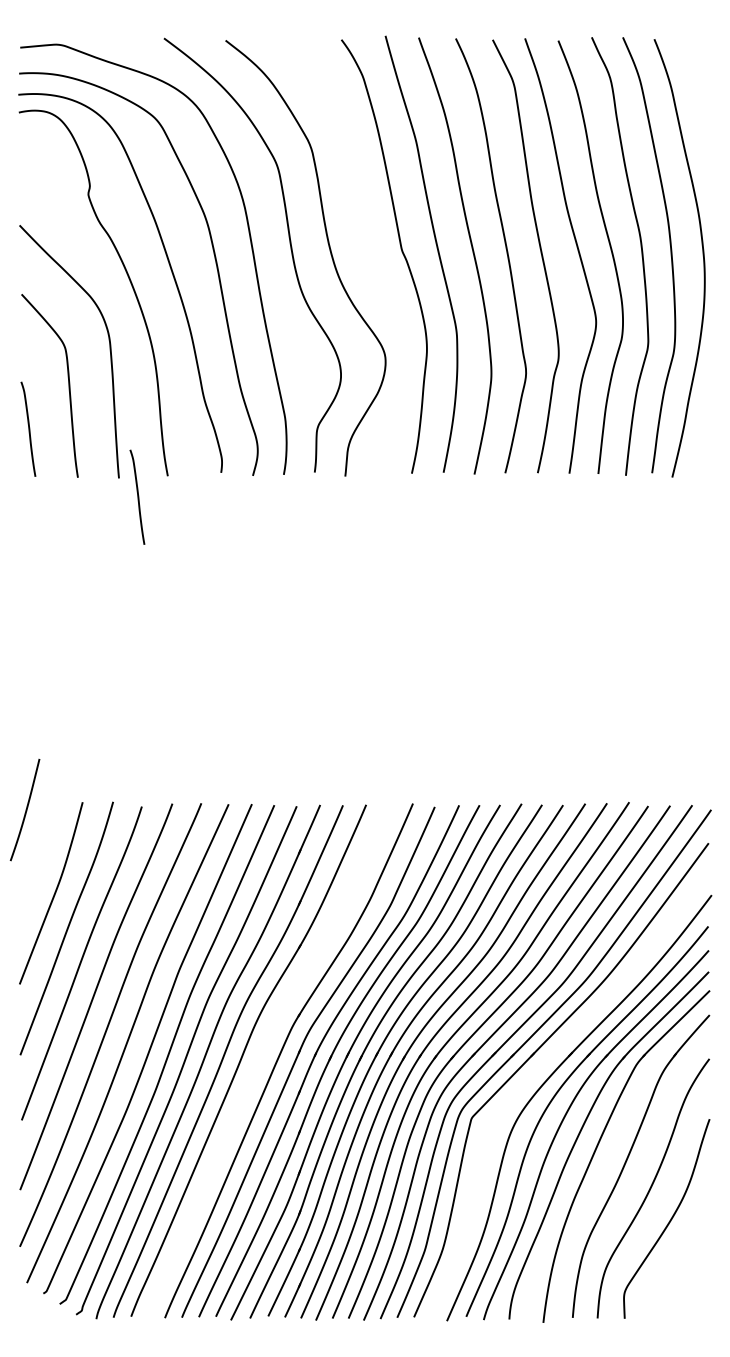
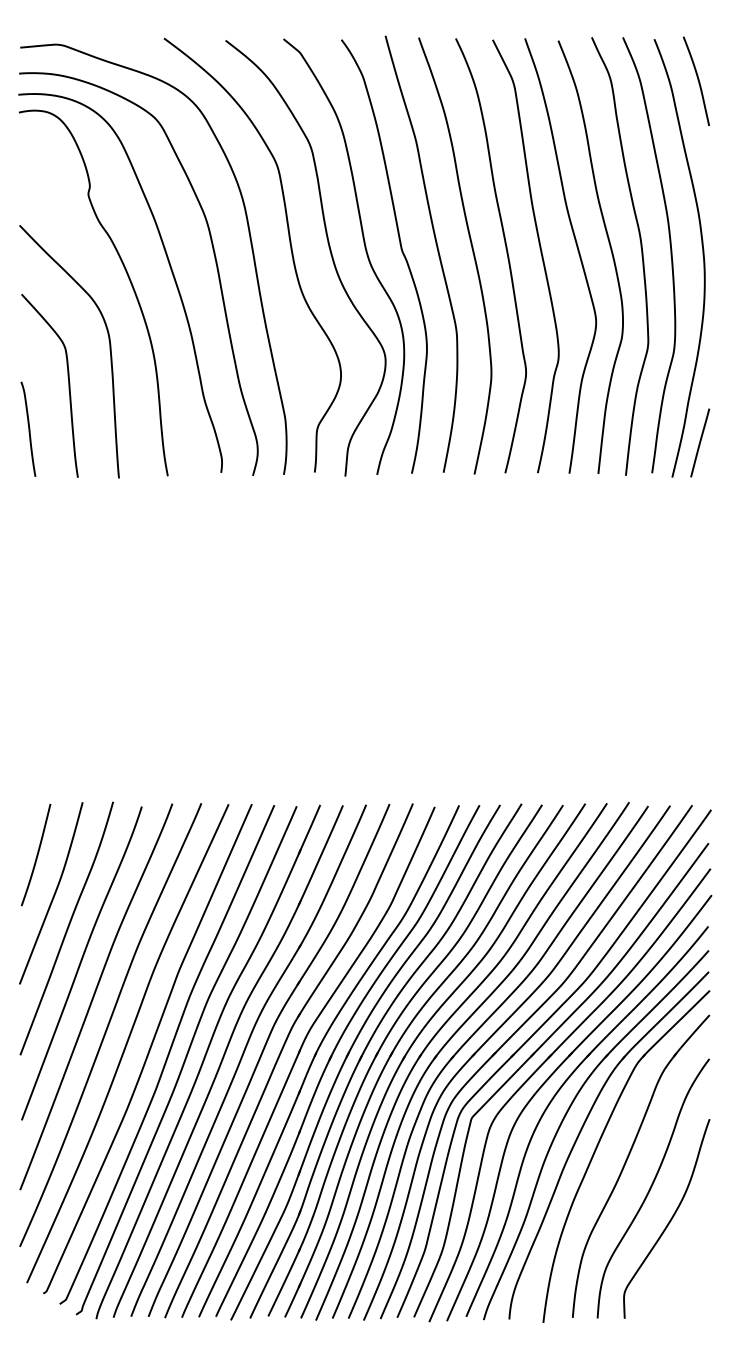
curve at (697, 80): none -> present
curve at (365, 252): none -> present
line at (700, 442): none -> present
curve at (137, 496): present -> none
curve at (25, 810) position: (25, 810) -> (36, 855)
part at (261, 1057): none -> present
part at (541, 1066): none -> present
